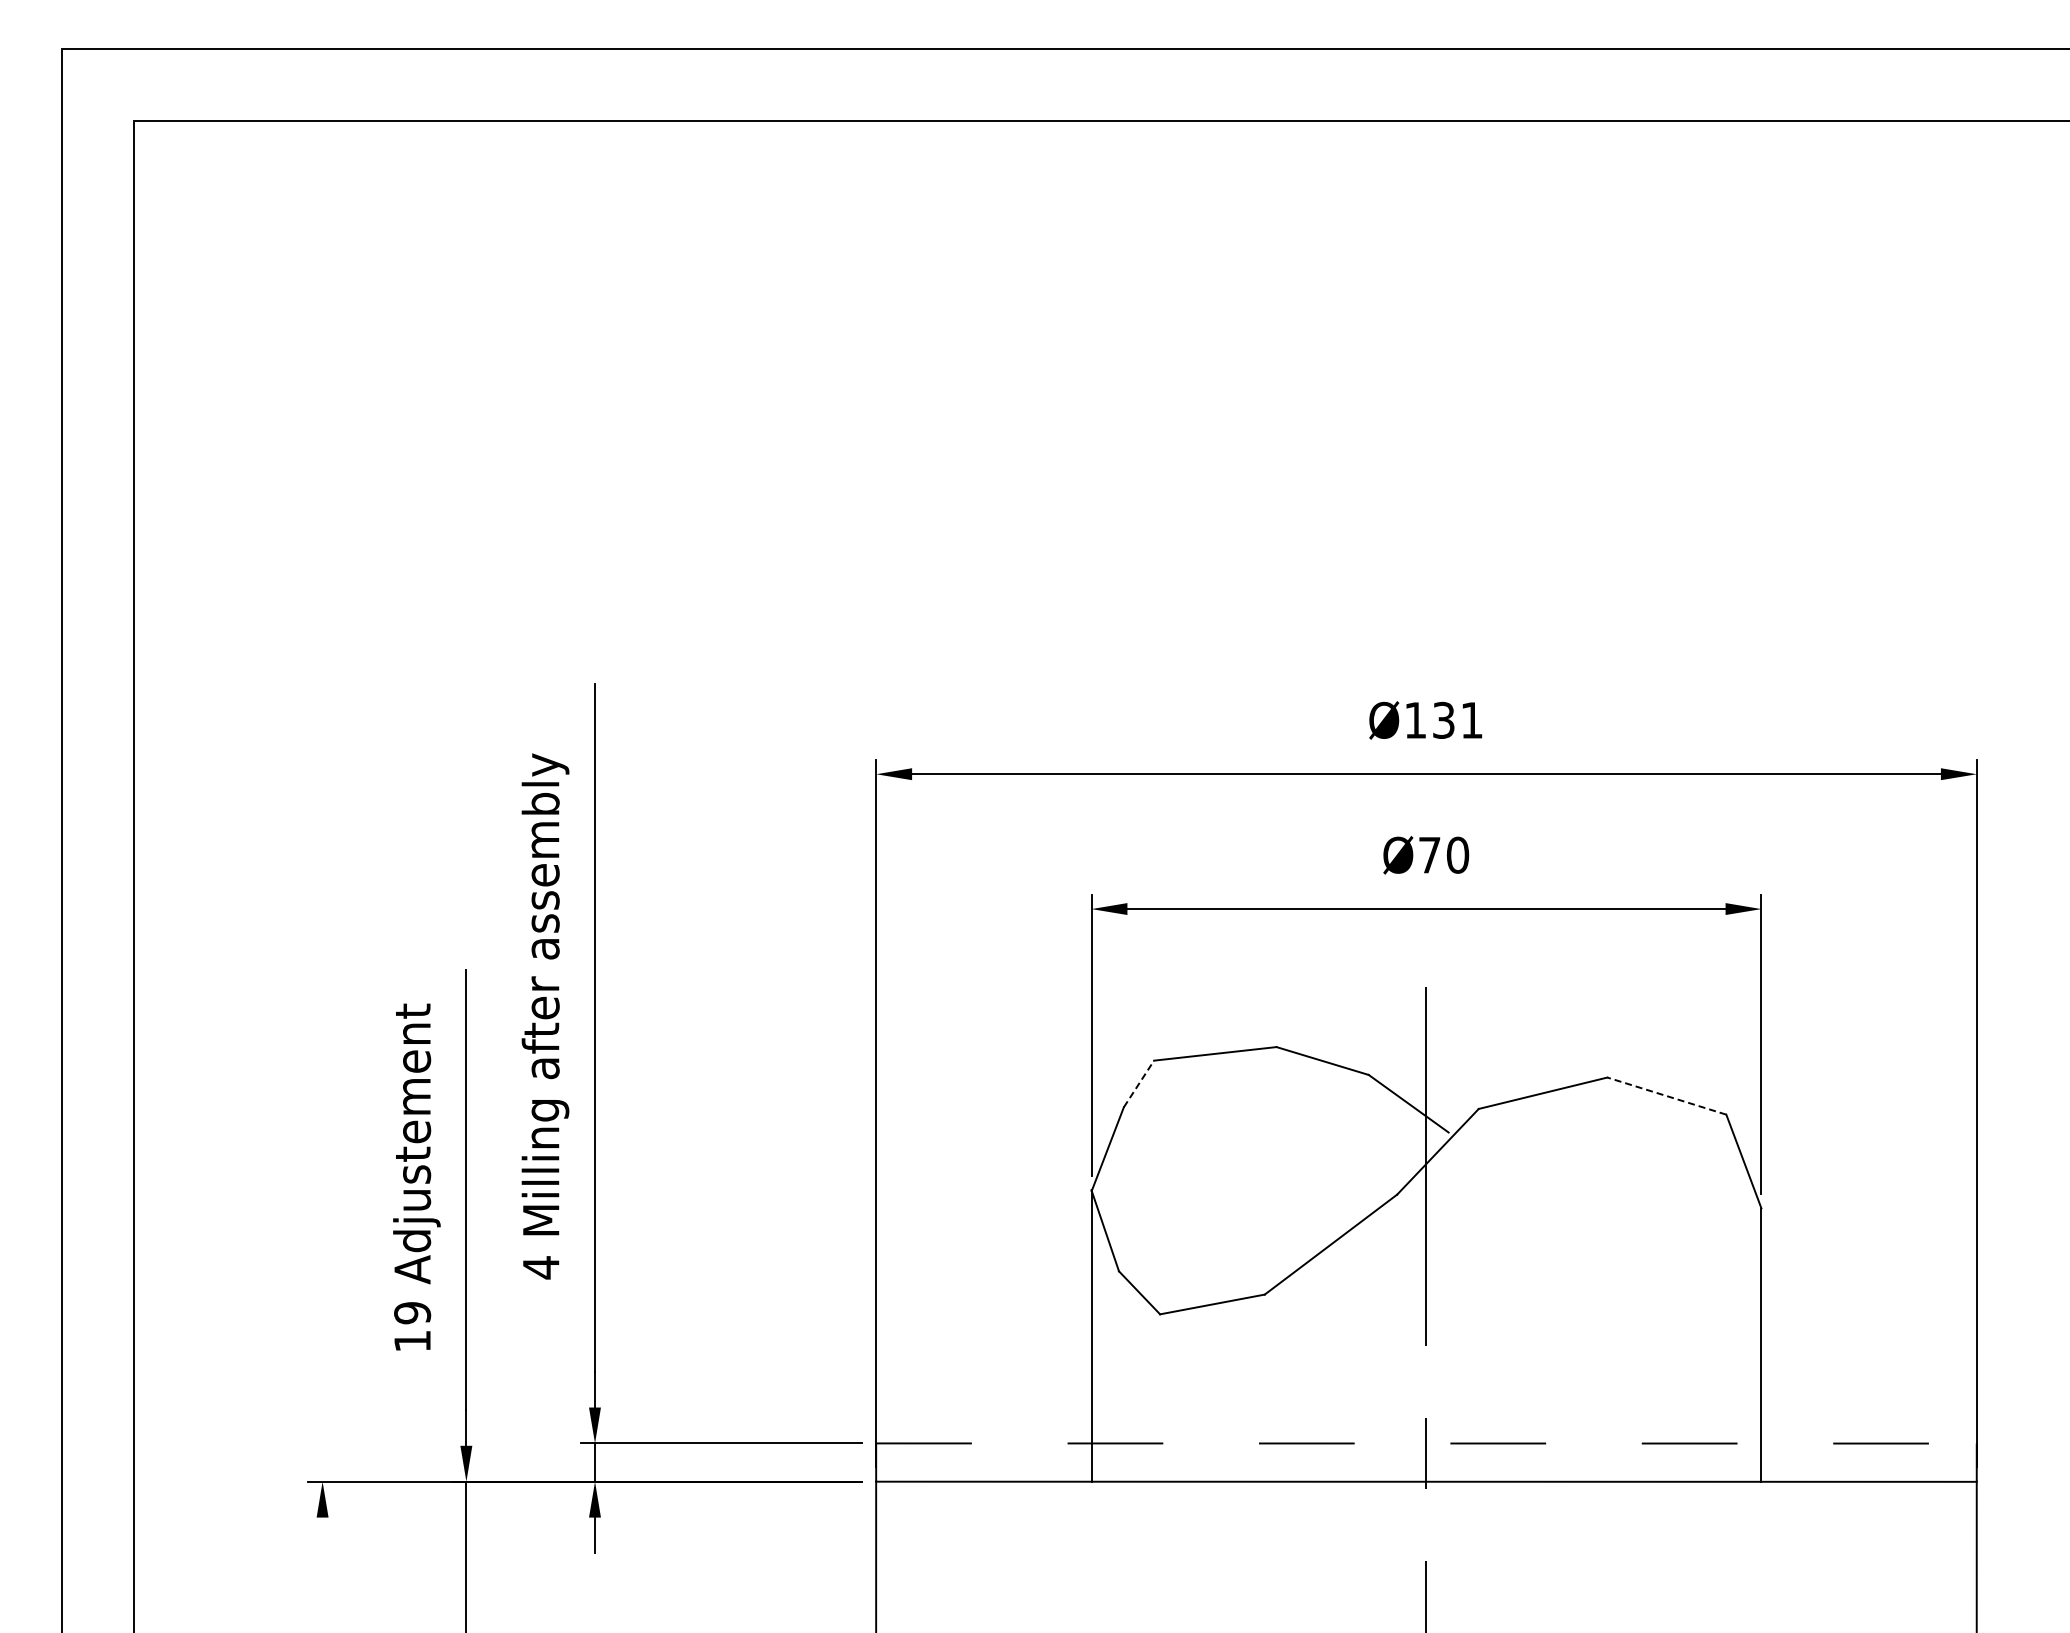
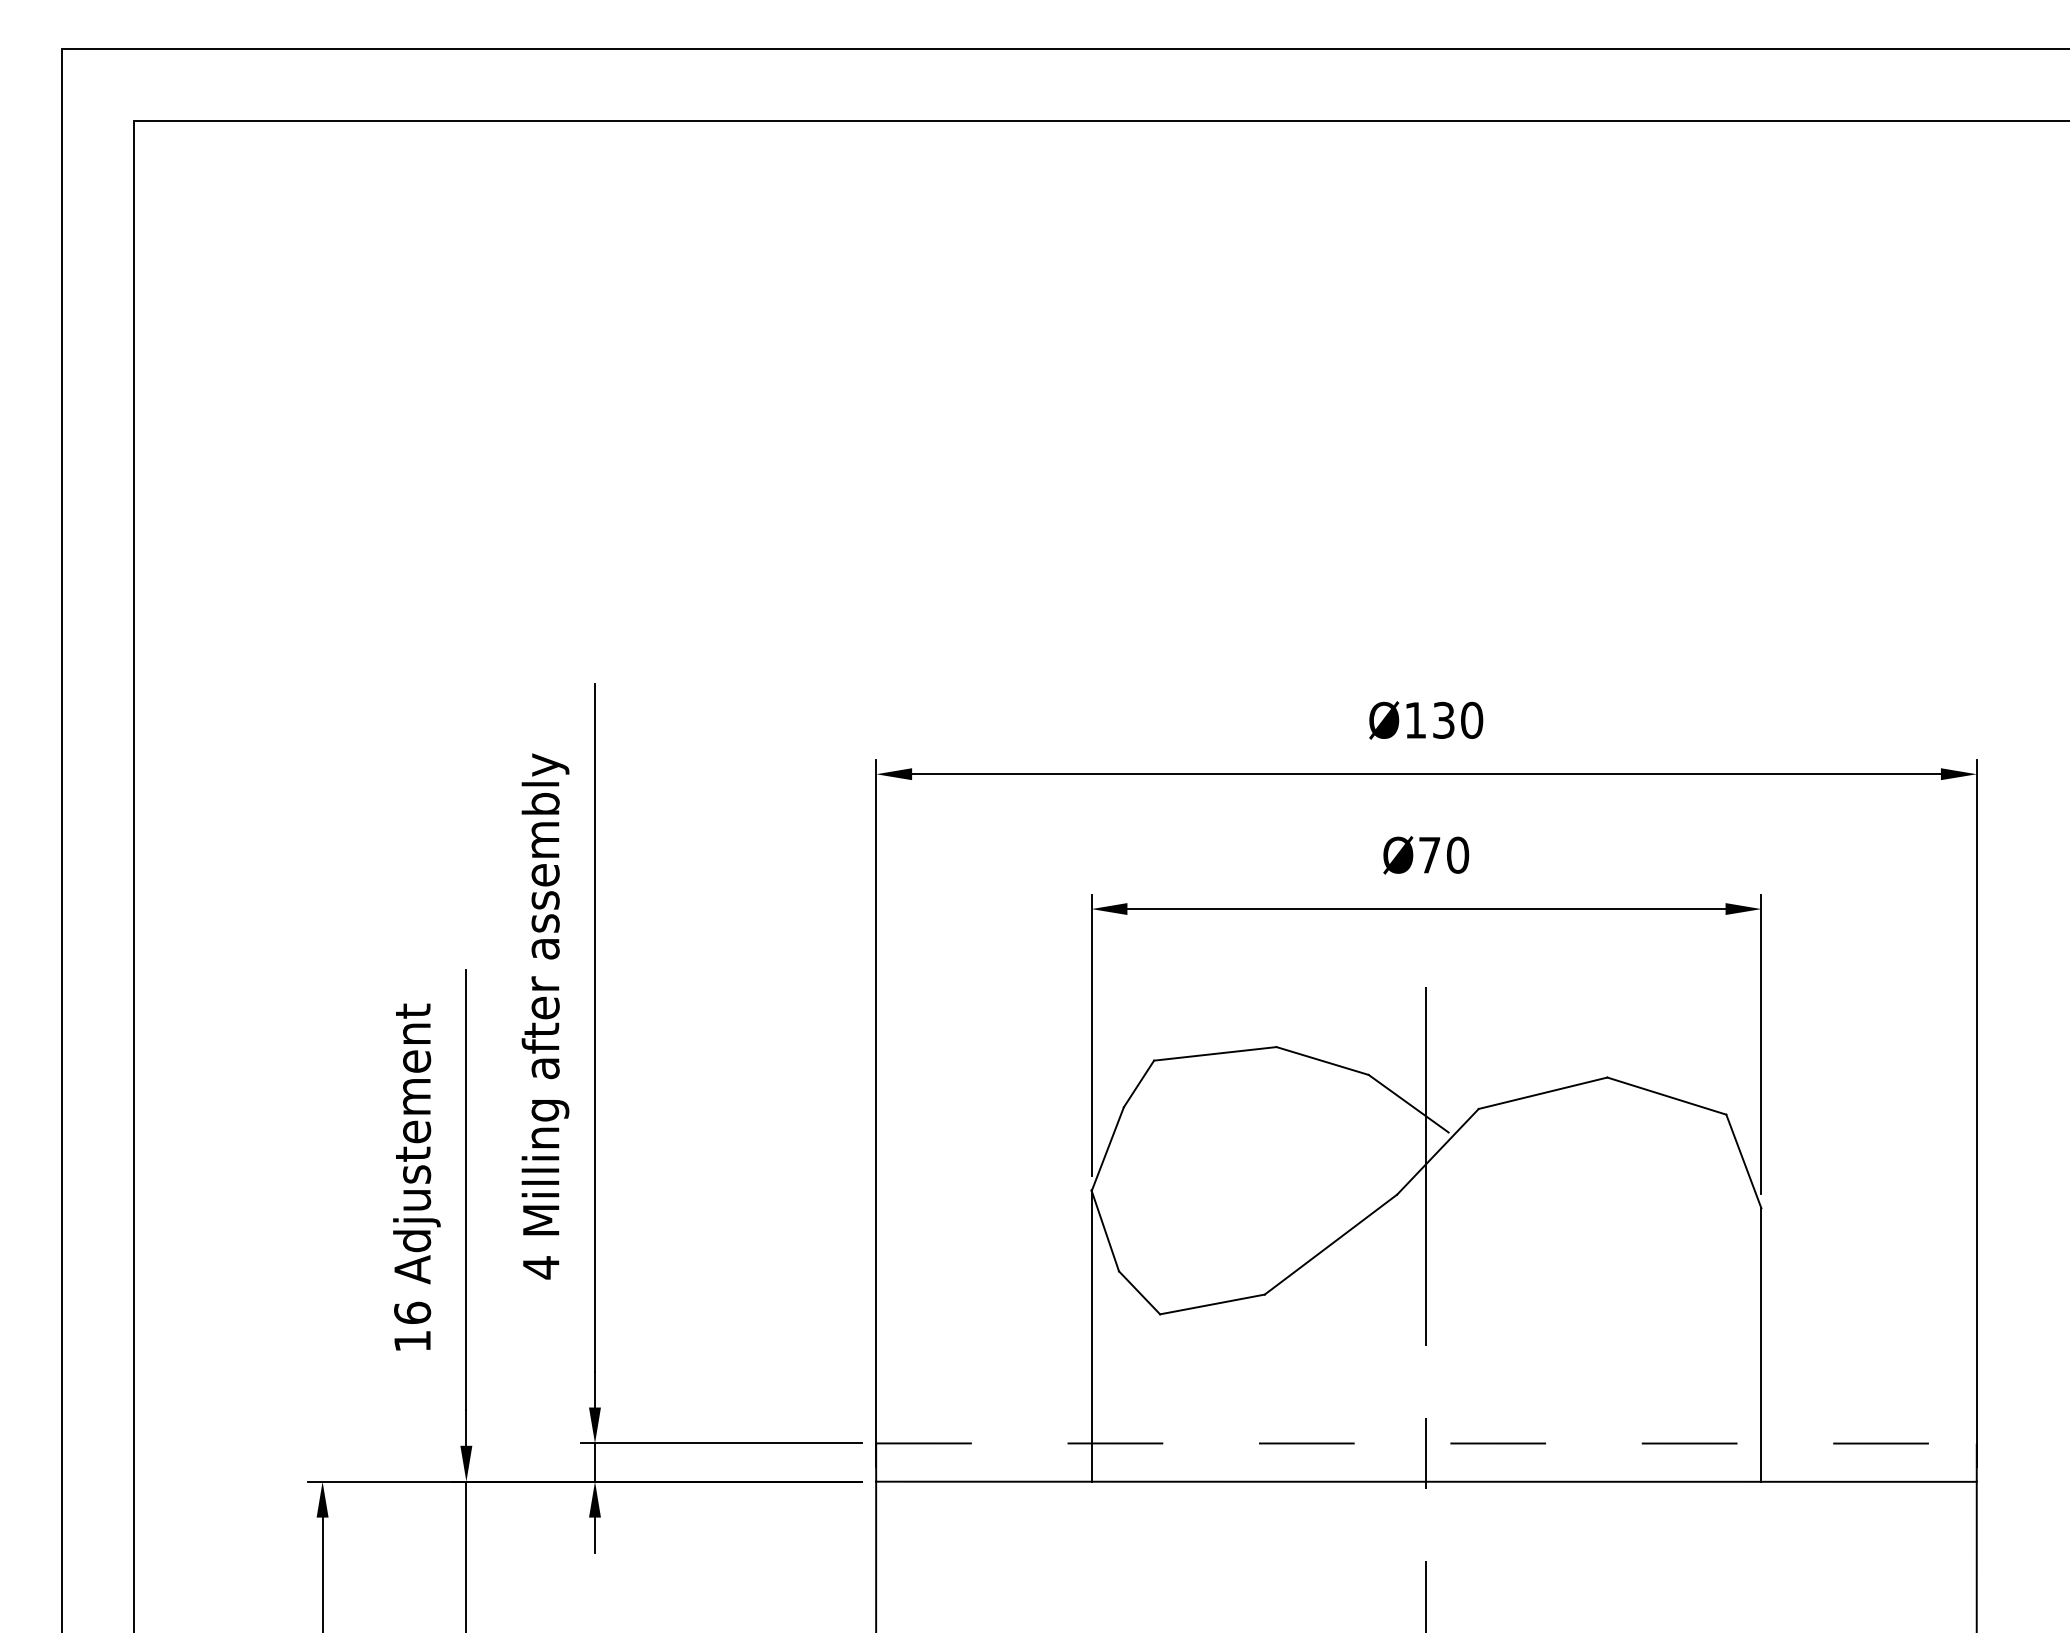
text at (1472, 719): Ø131 -> Ø130
line at (1138, 1083): dashed -> solid
line at (1666, 1095): dashed -> solid
text at (412, 1312): 19 -> 16
line at (322, 1573): none -> present
